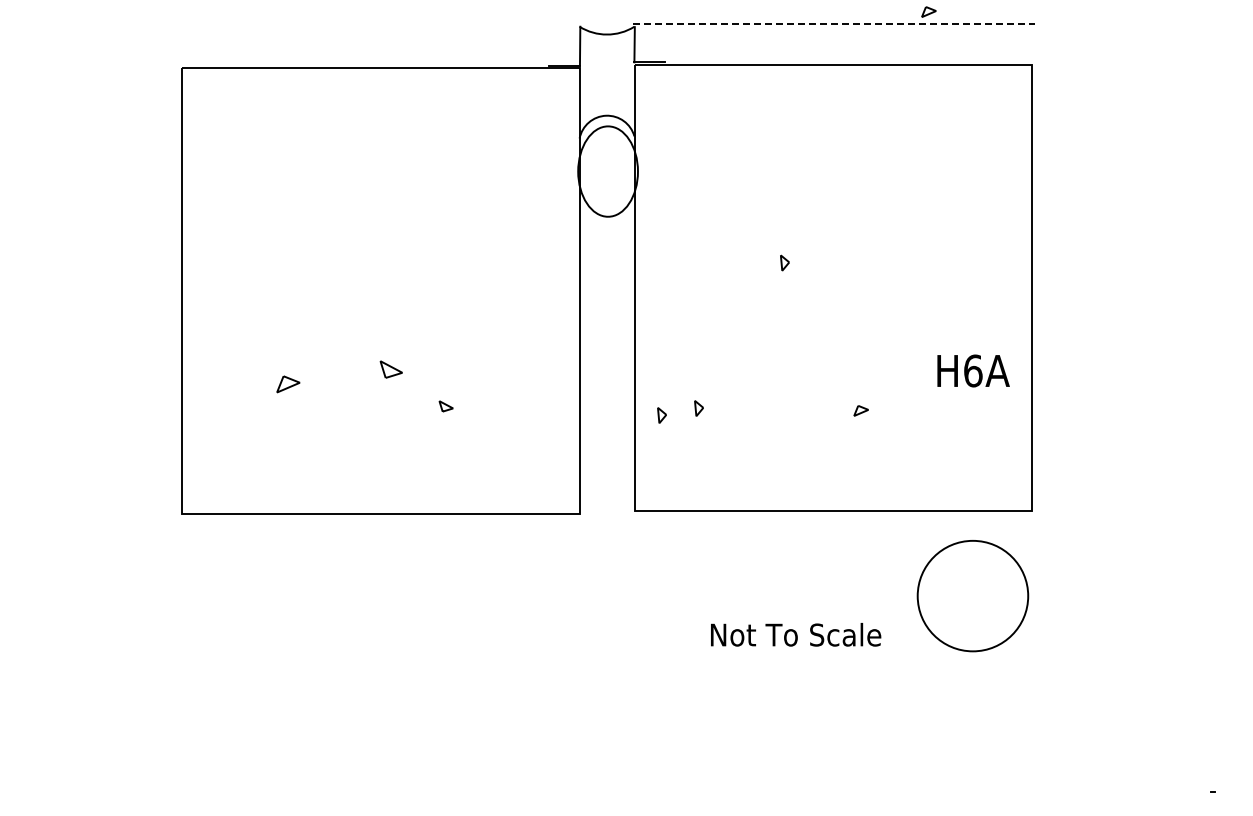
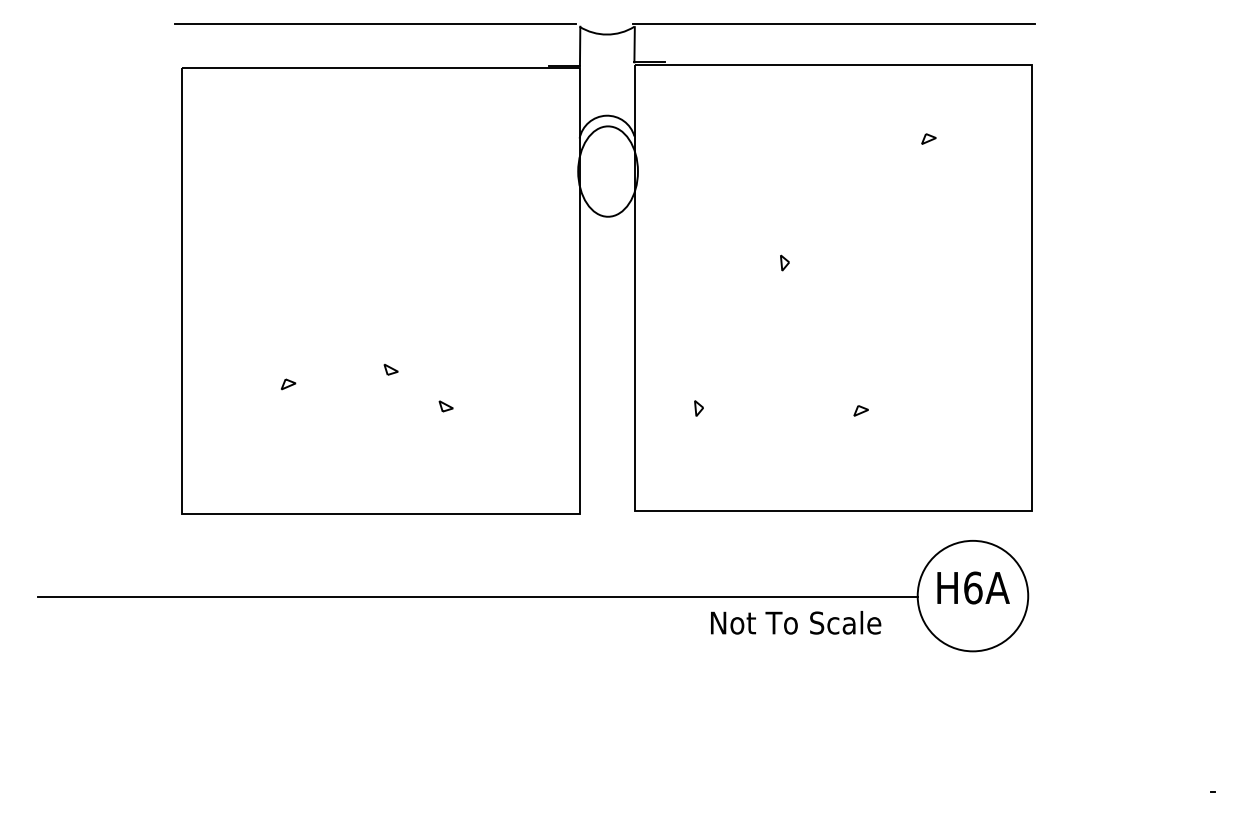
part at (928, 11) position: (928, 11) -> (928, 138)
line at (375, 24): none -> present
line at (833, 24): dashed -> solid
part at (390, 369) size: 24x19 px -> 16x12 px
text at (973, 370) position: (973, 370) -> (973, 587)
part at (288, 384) size: 25x19 px -> 16x13 px
part at (661, 415): present -> none
line at (477, 597): none -> present
text at (796, 634) position: (796, 634) -> (796, 622)
